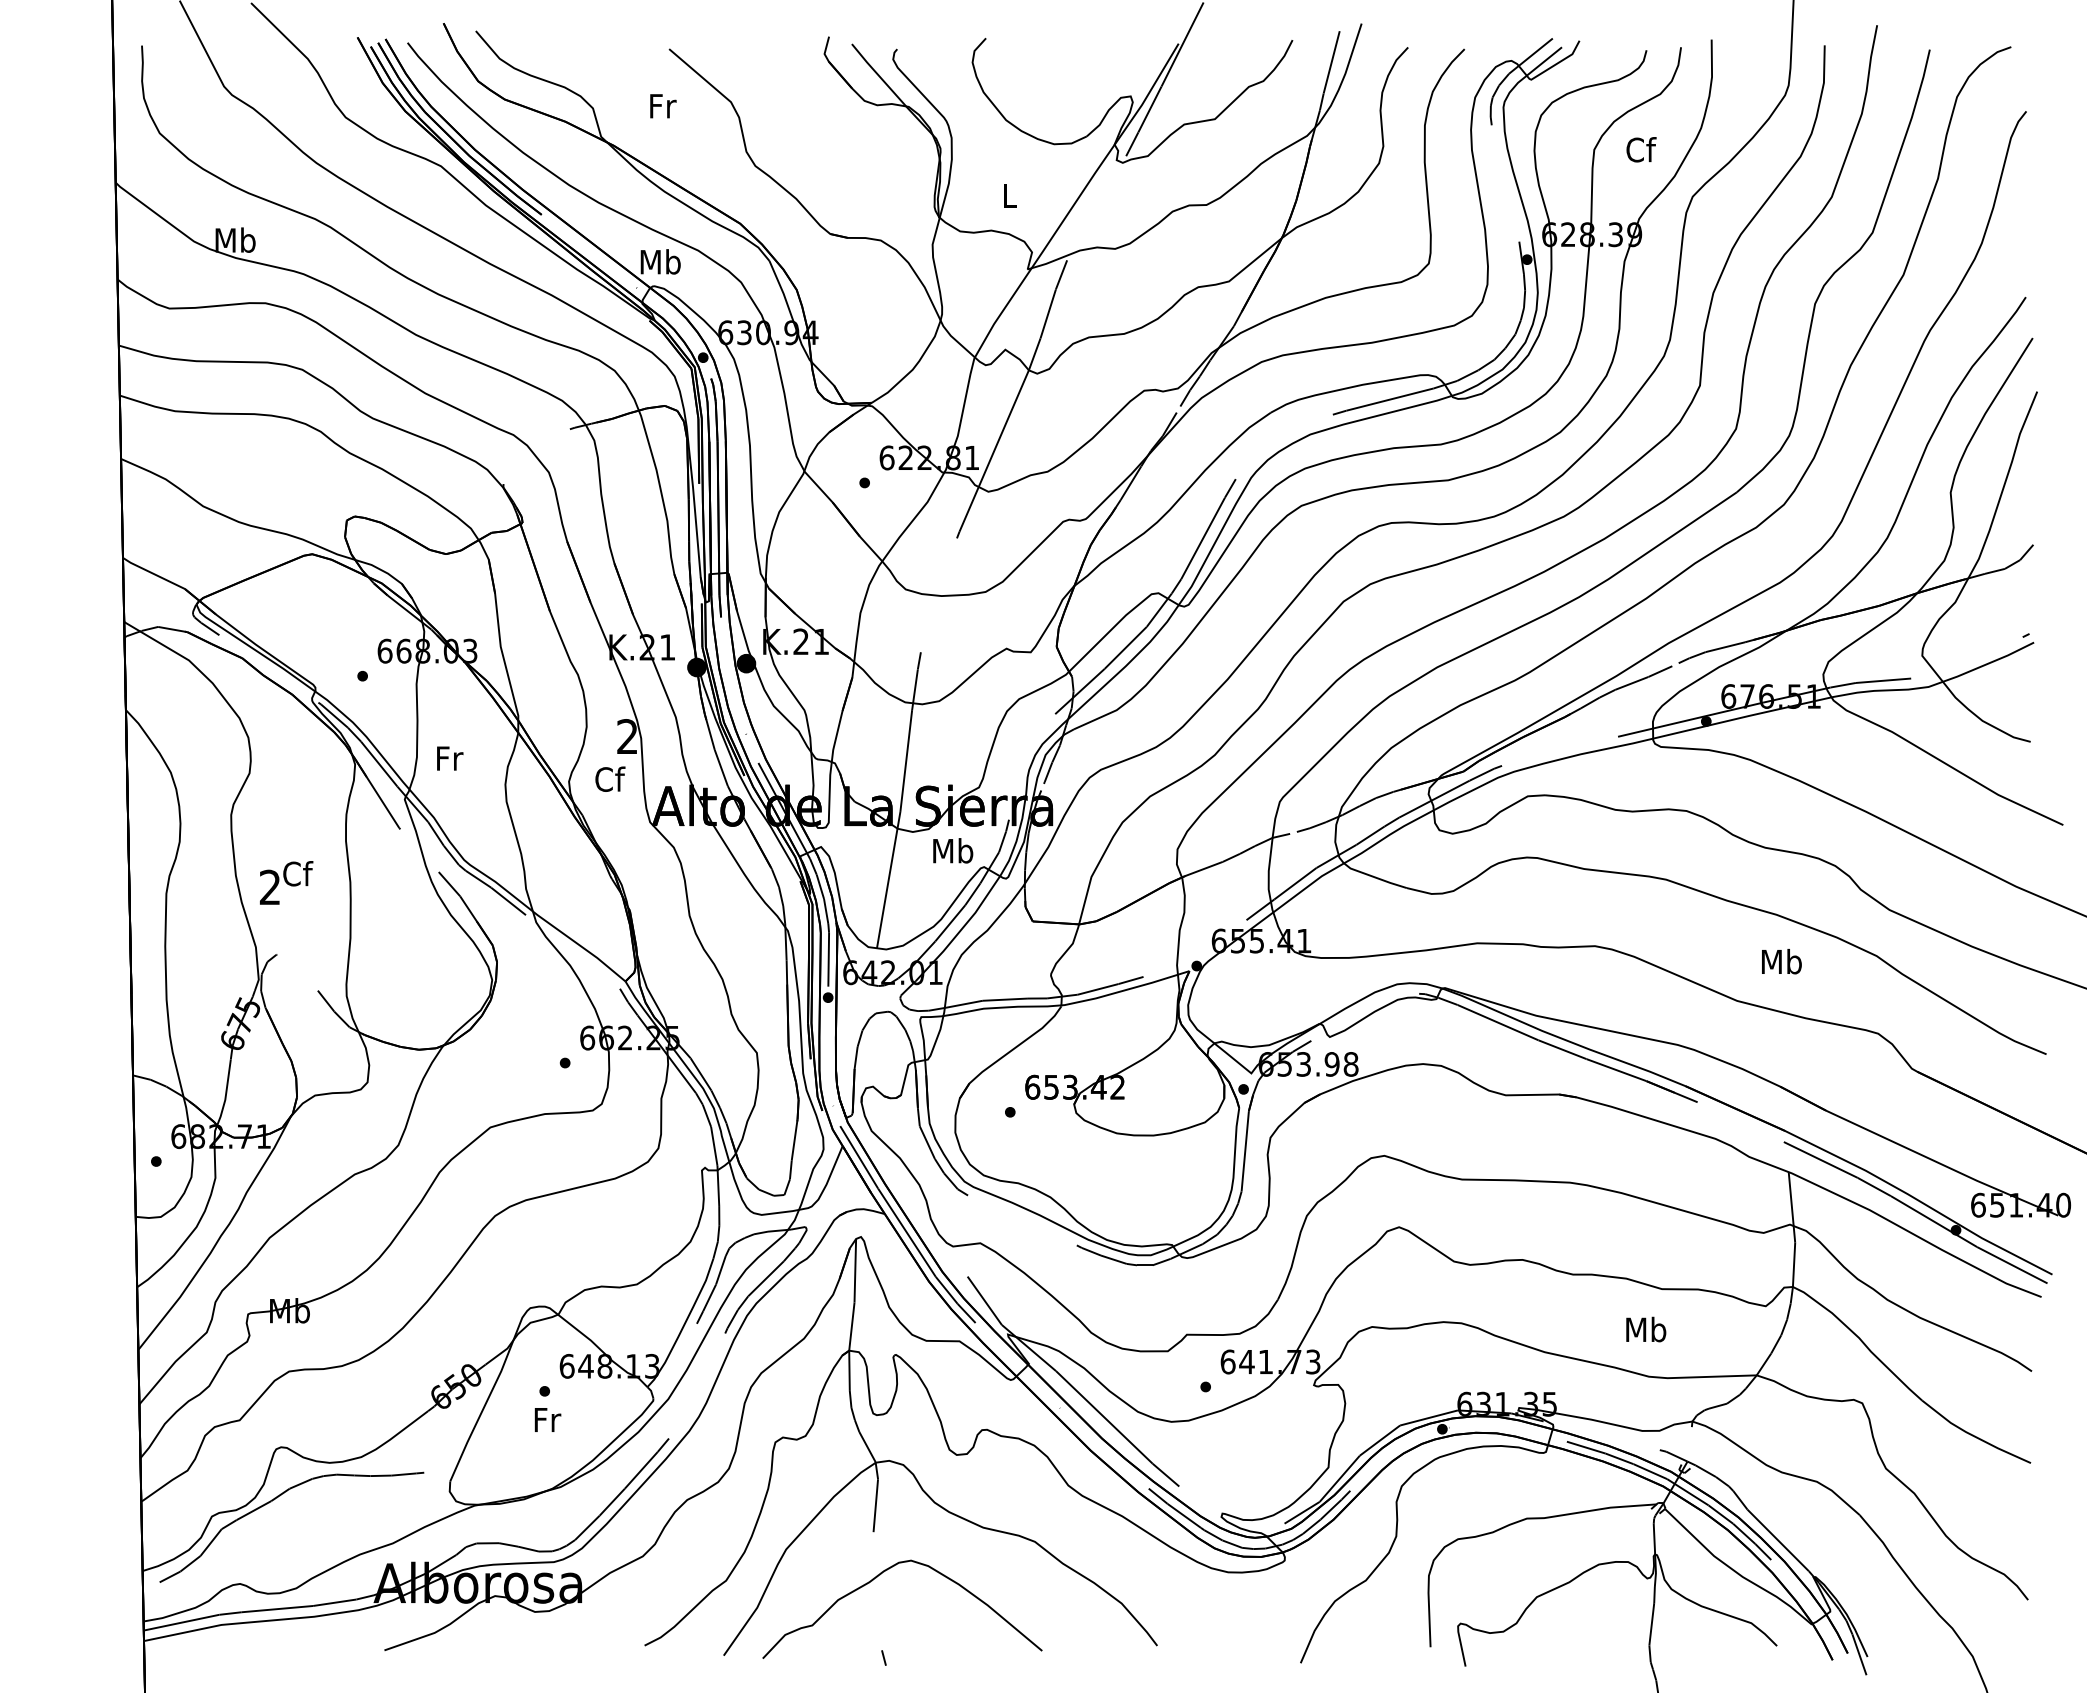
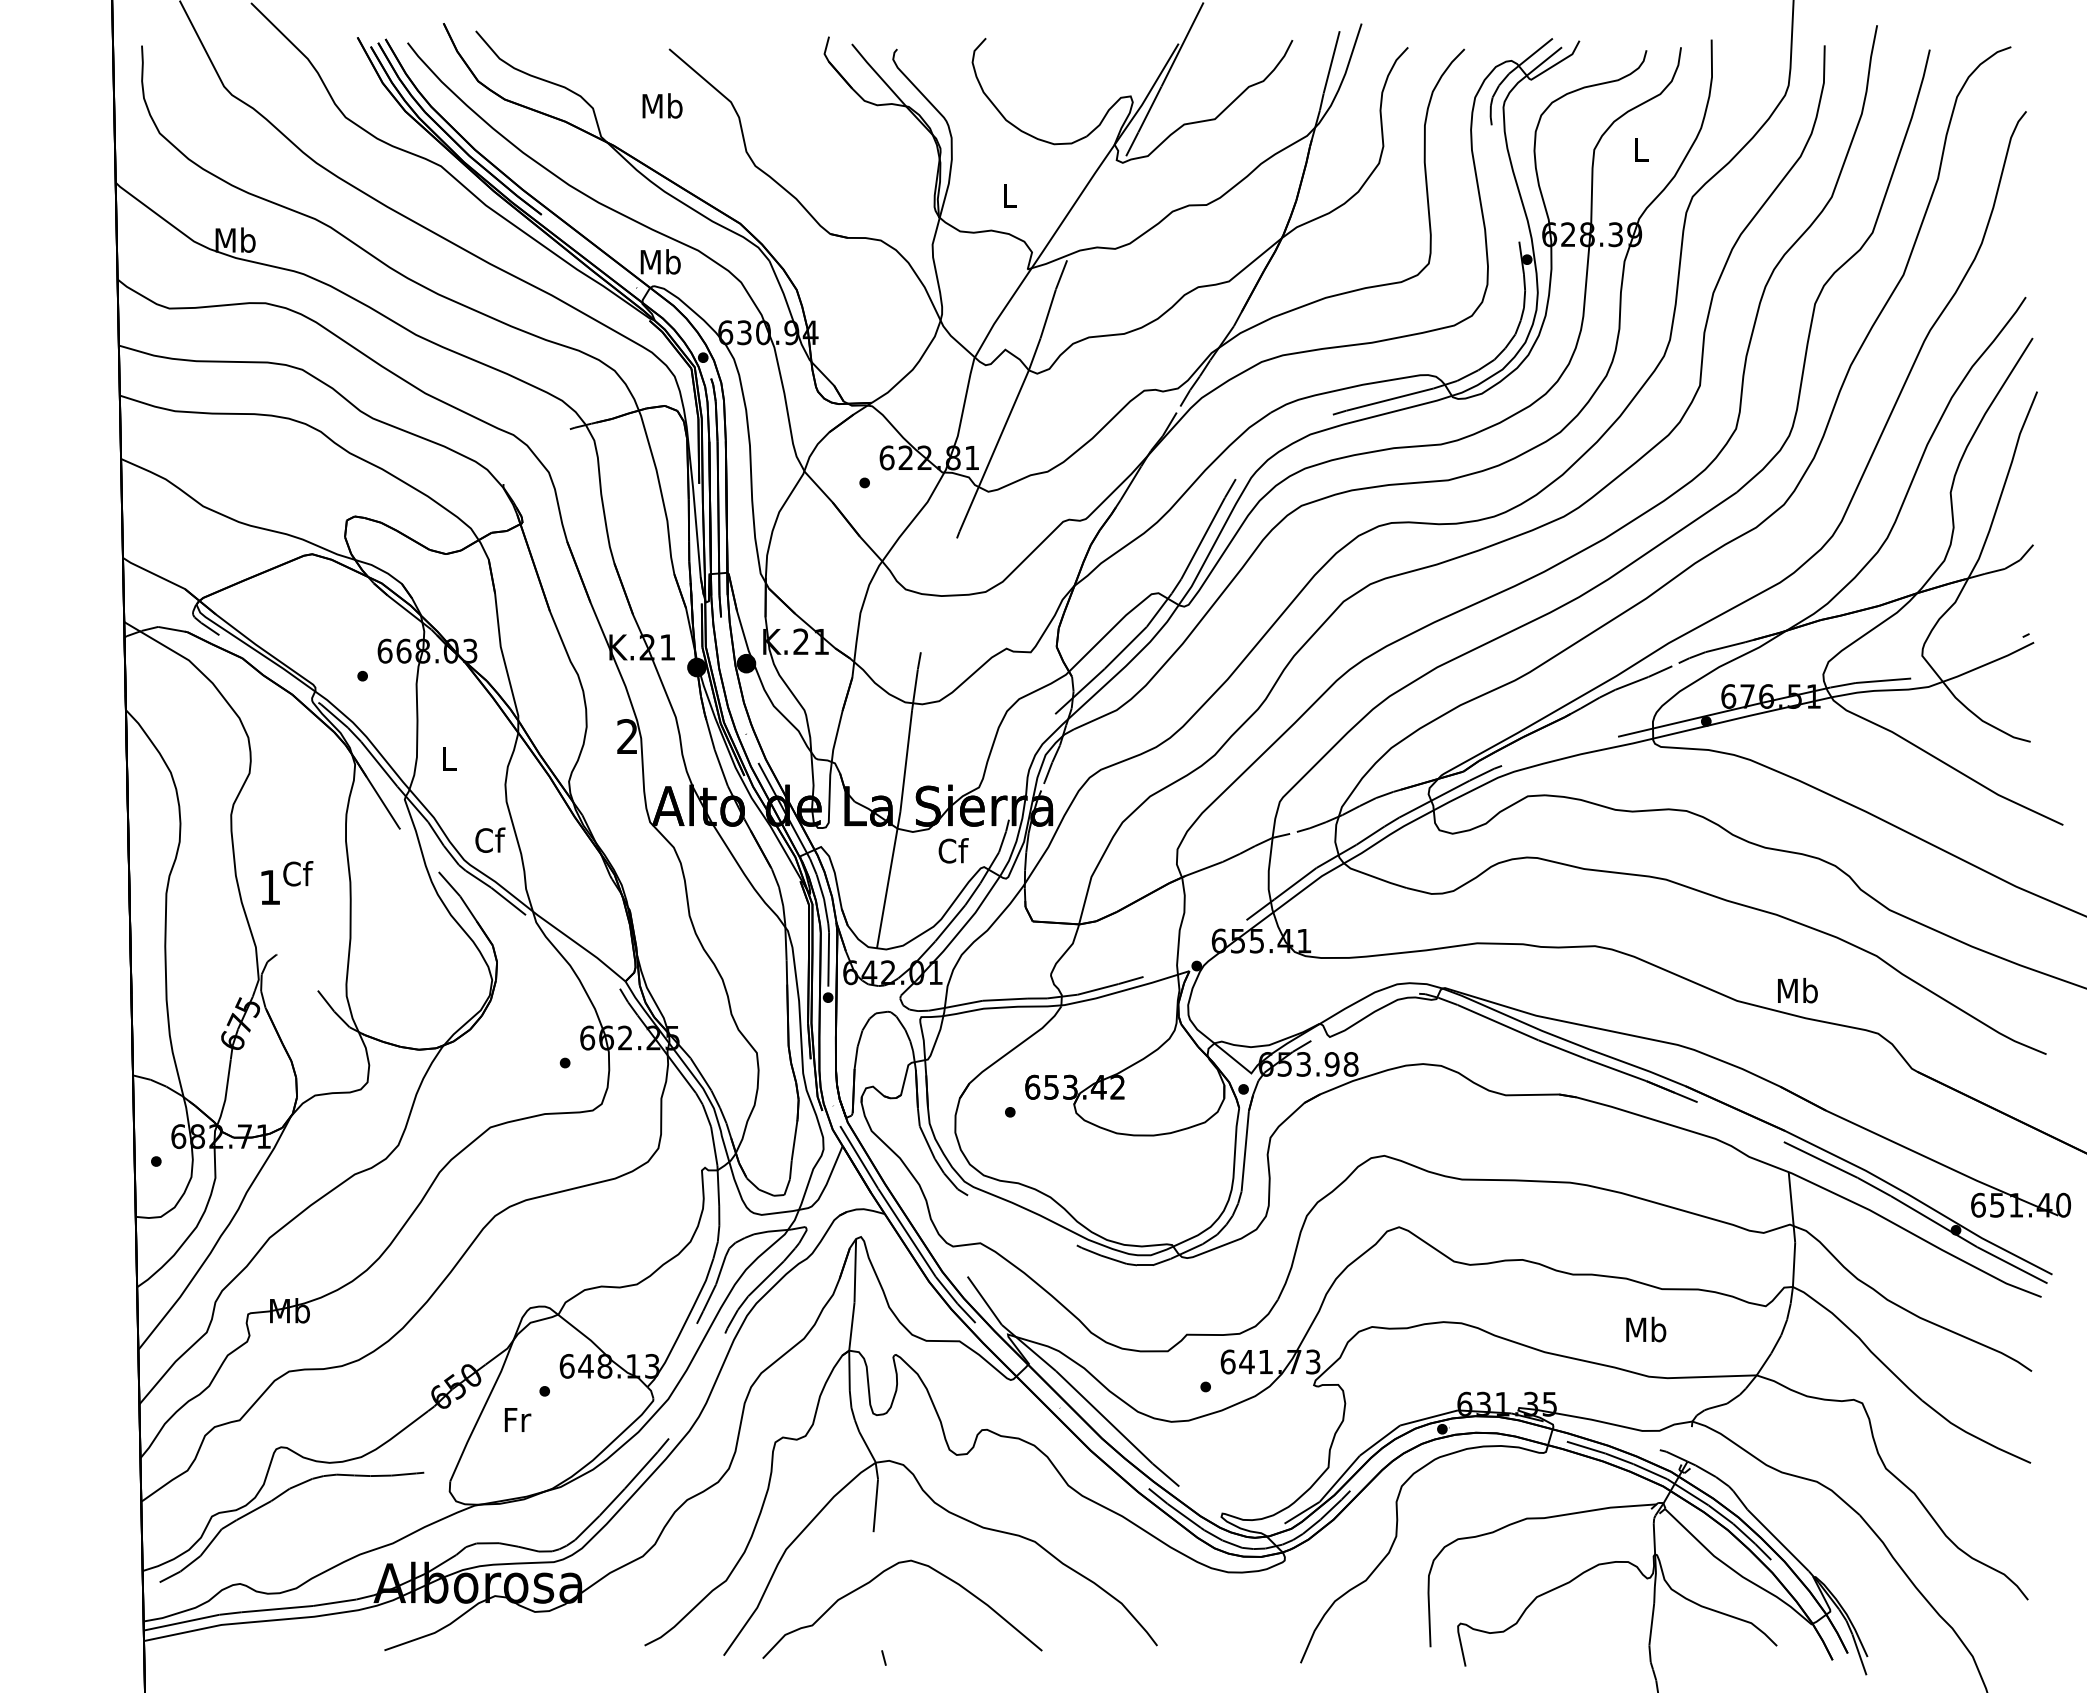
text at (662, 105): Fr -> Mb
text at (1641, 149): Cf -> L
text at (450, 758): Fr -> L
text at (610, 778) position: (610, 778) -> (490, 839)
text at (953, 850): Mb -> Cf
text at (269, 886): 2 -> 1
text at (1781, 961) position: (1781, 961) -> (1797, 990)
text at (547, 1419) position: (547, 1419) -> (517, 1419)
